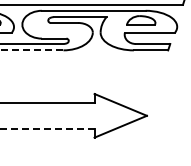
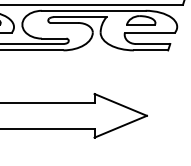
line at (31, 50): dashed -> solid
line at (47, 128): dashed -> solid
